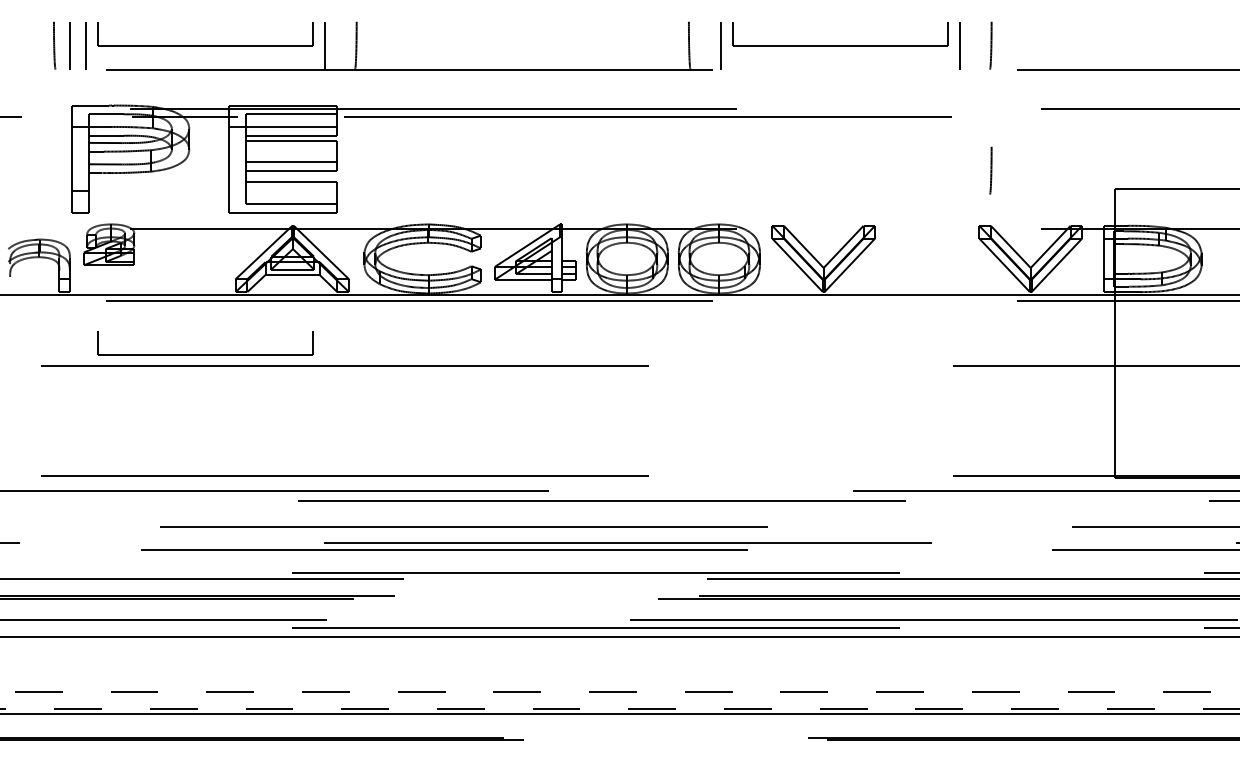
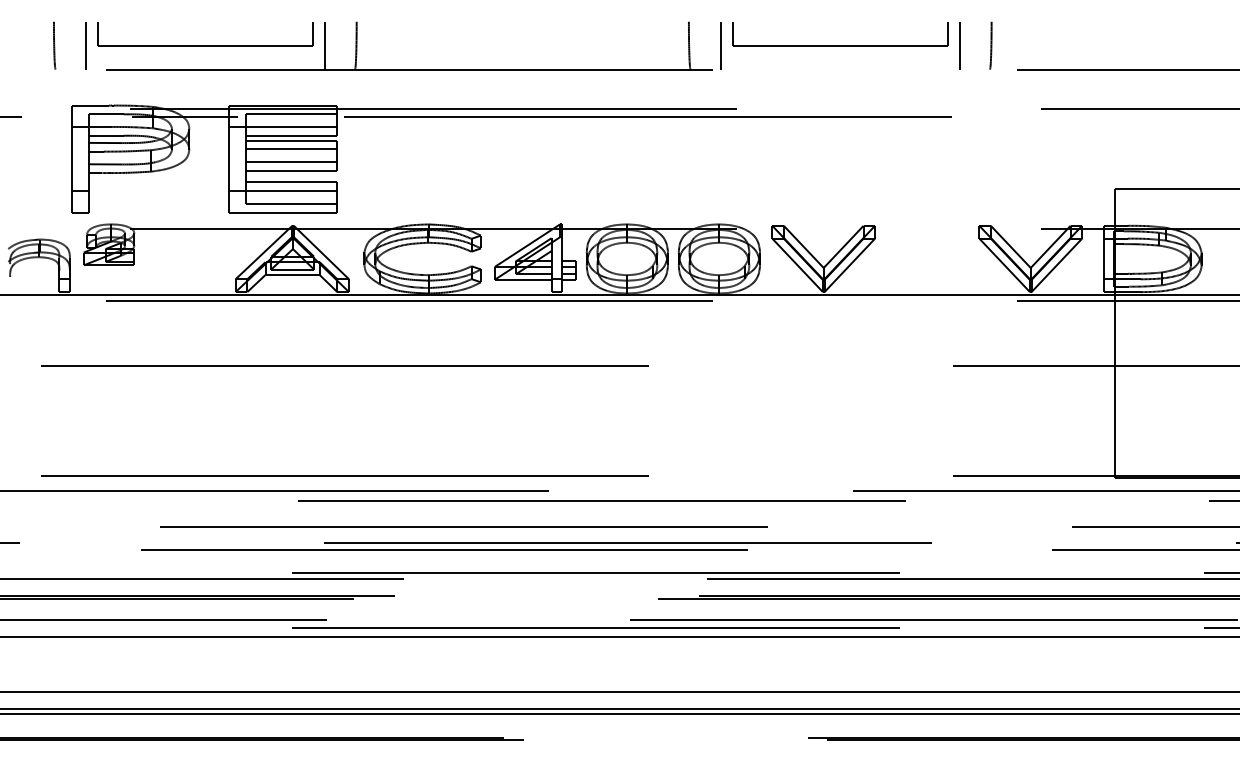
line at (69, 45): present -> none
line at (290, 149): none -> present
line at (990, 170): present -> none
line at (282, 191): none -> present
part at (205, 354): present -> none
line at (619, 691): dashed -> solid
line at (620, 708): dashed -> solid
